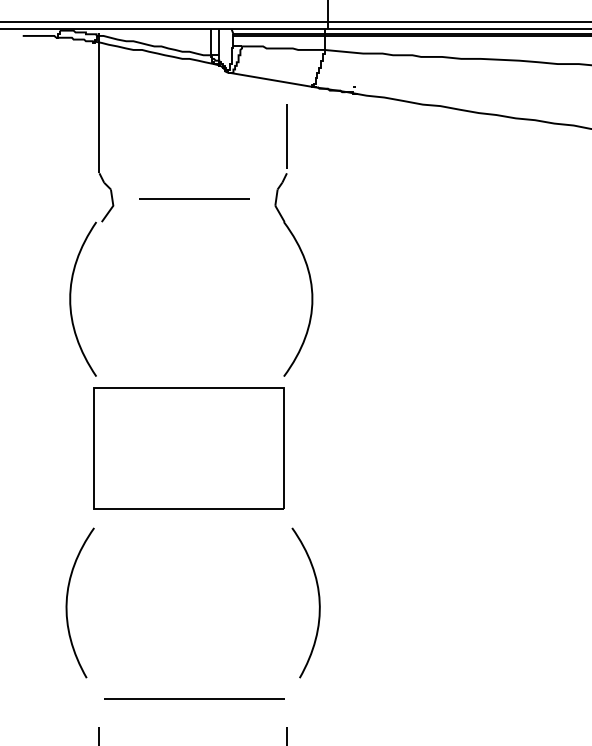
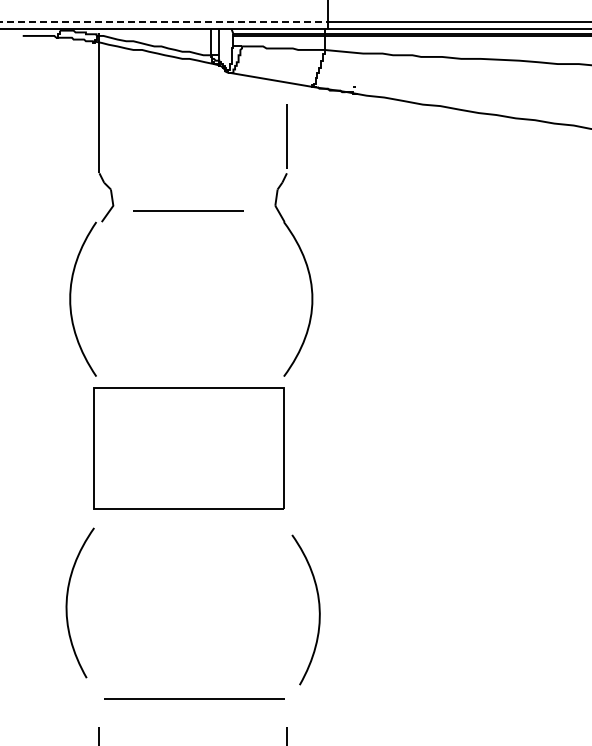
line at (164, 21): solid -> dashed
line at (194, 198) position: (194, 198) -> (188, 210)
curve at (318, 602) position: (318, 602) -> (318, 609)
